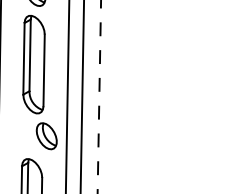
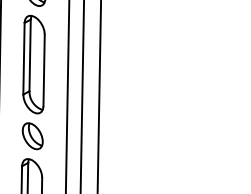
line at (99, 96): dashed -> solid
part at (46, 136) position: (46, 136) -> (32, 136)
